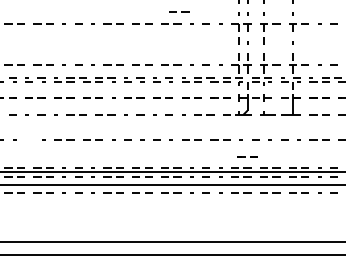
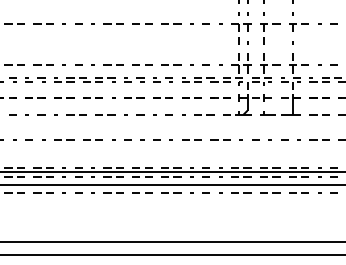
line at (181, 11): present -> none
line at (28, 139): none -> present
line at (245, 156): present -> none
